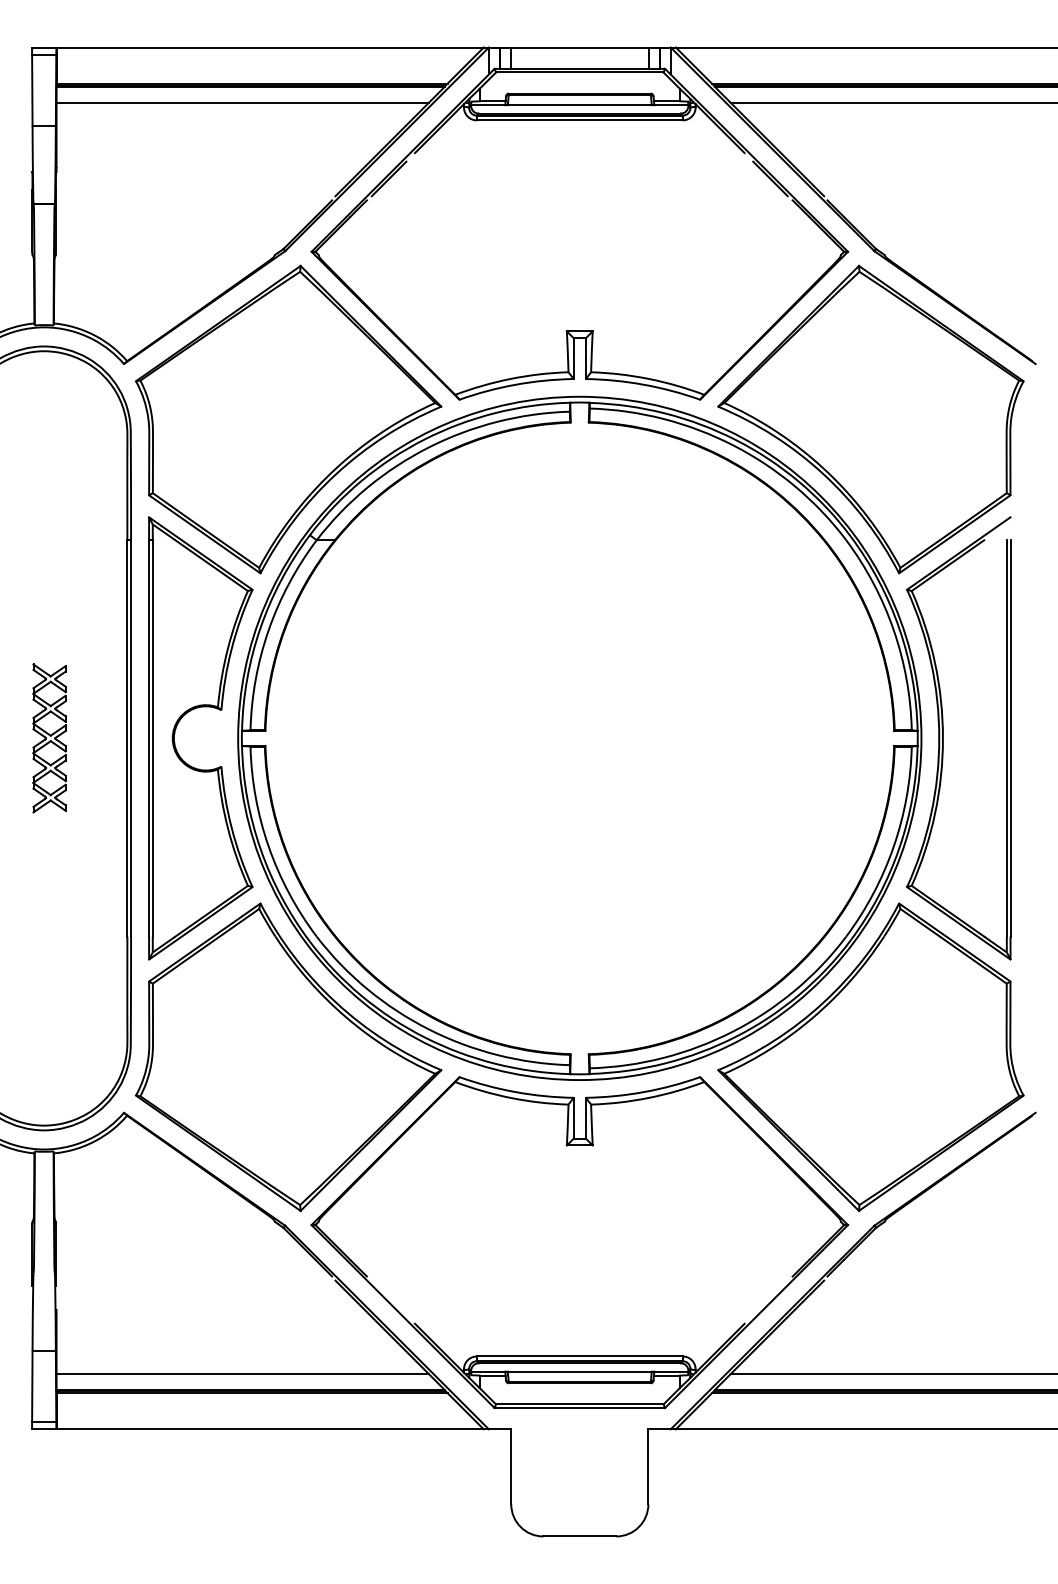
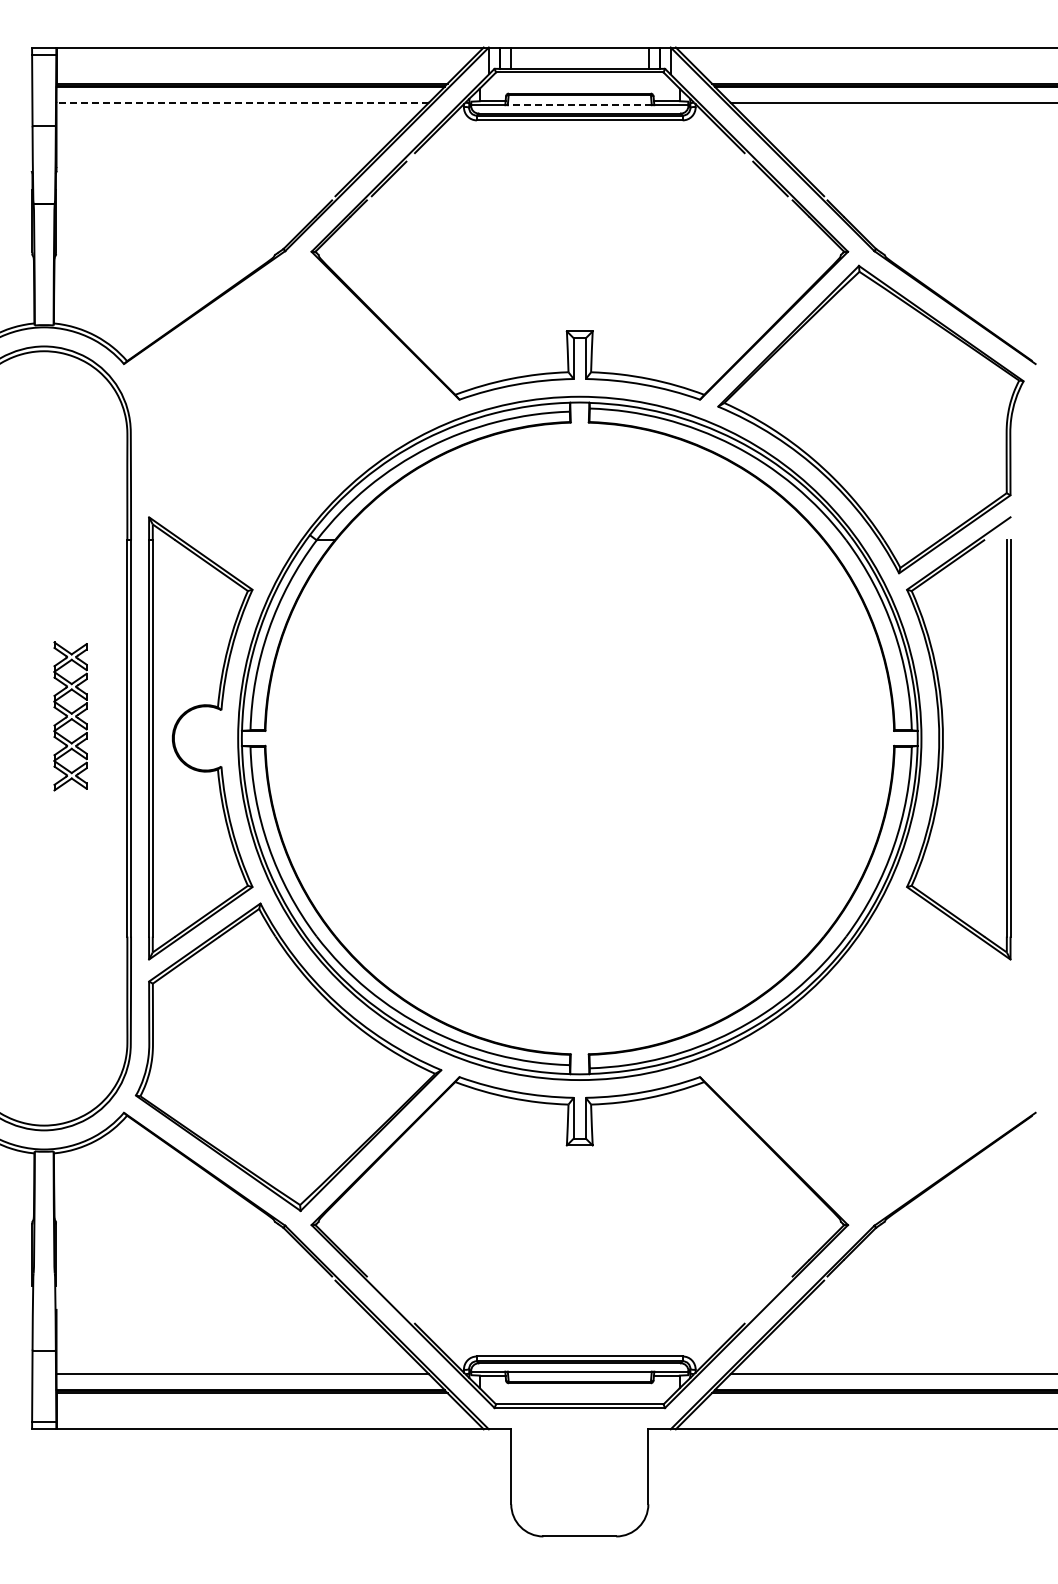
line at (242, 102): solid -> dashed
line at (579, 105): solid -> dashed
part at (288, 419): present -> none
part at (49, 738) position: (49, 738) -> (70, 716)
part at (870, 1056): present -> none
